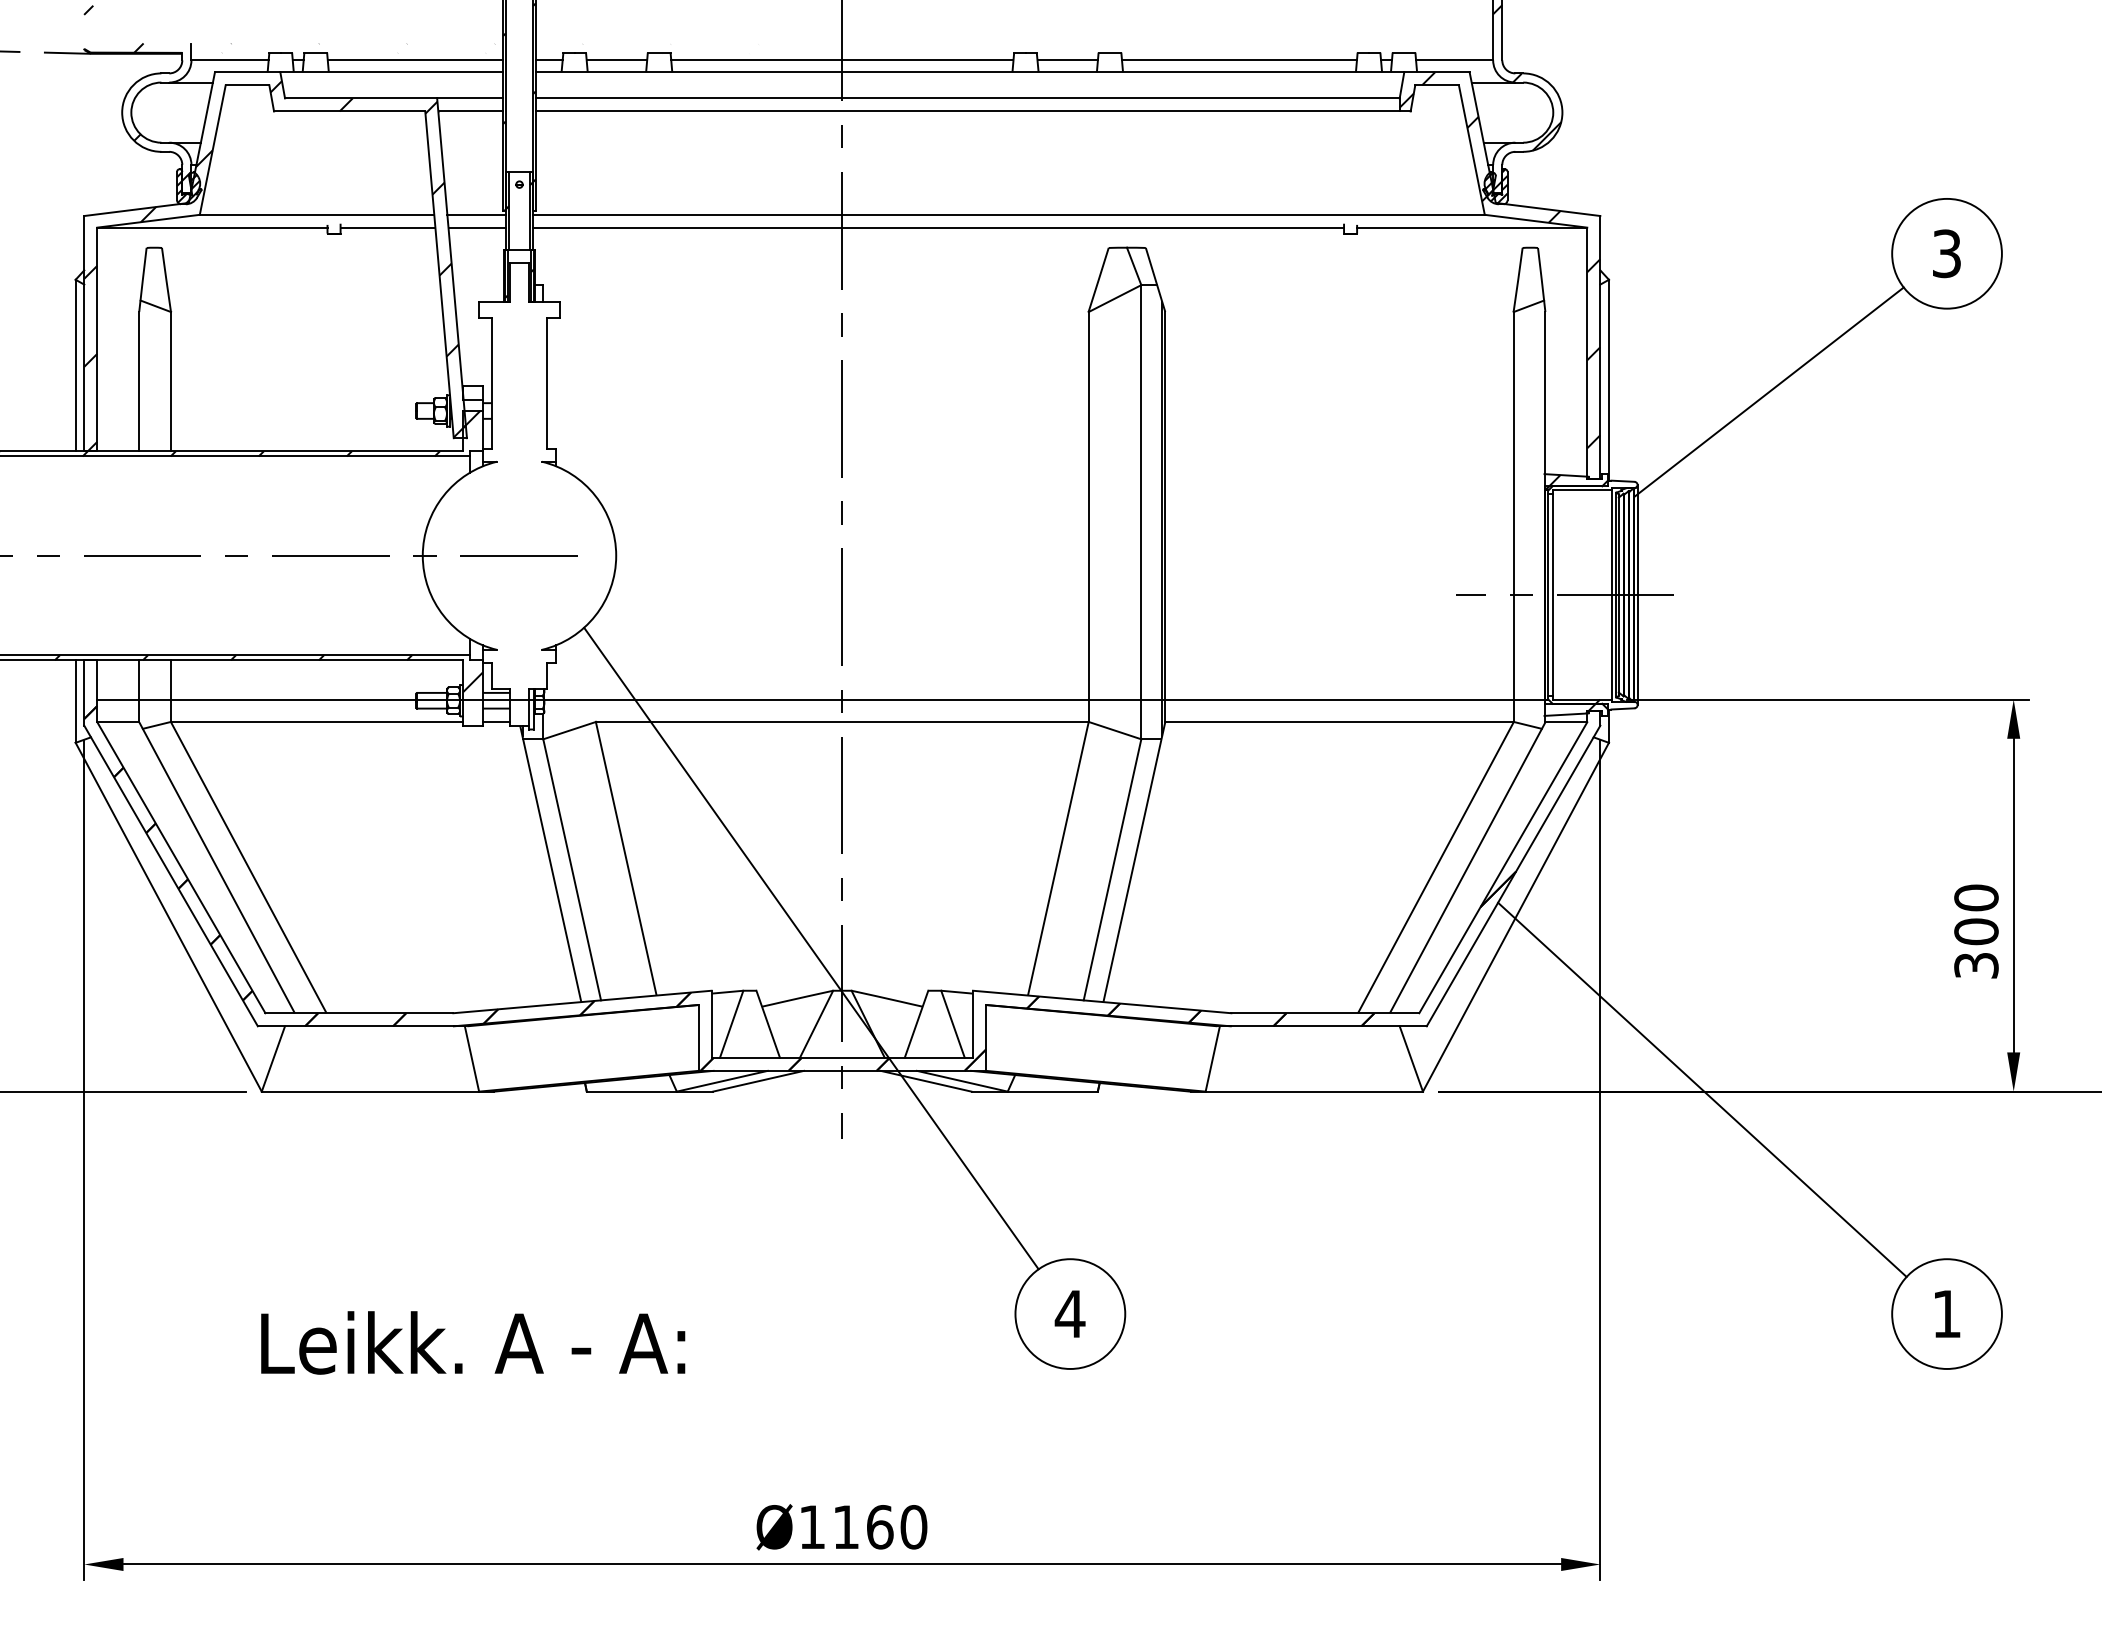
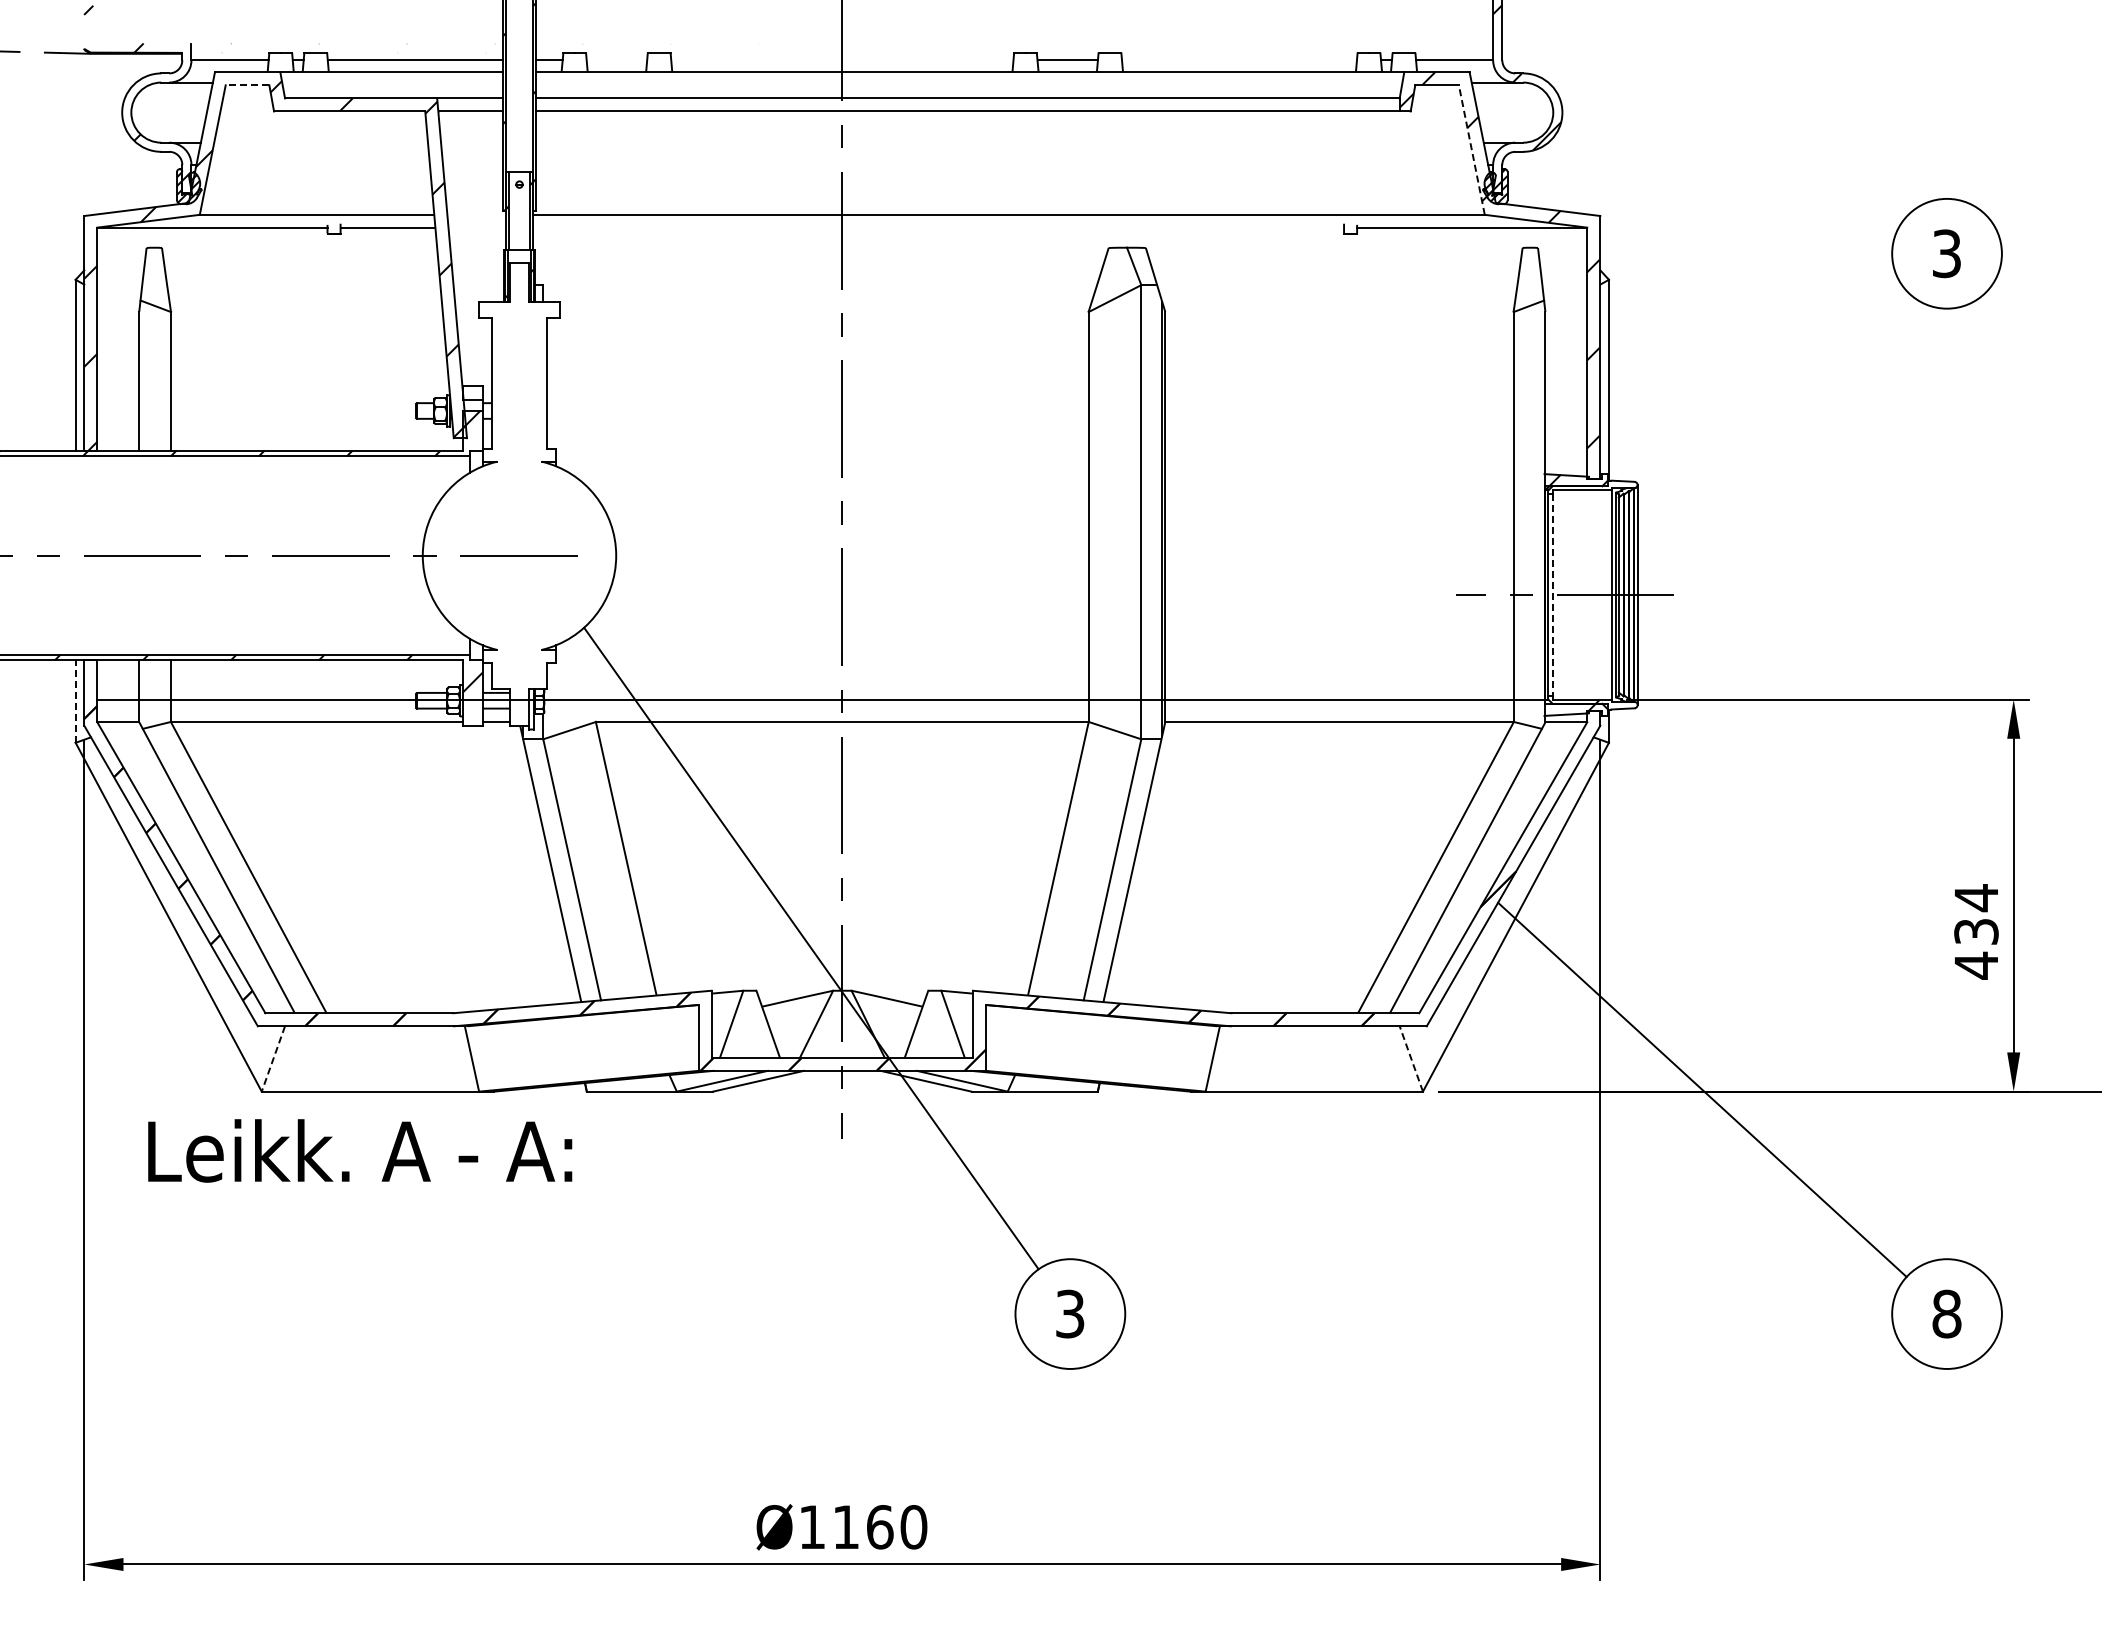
line at (616, 60): present -> none
line at (842, 60): present -> none
line at (1238, 60): present -> none
line at (247, 85): solid -> dashed
line at (1471, 149): solid -> dashed
line at (476, 214): present -> none
line at (477, 227): present -> none
line at (938, 227): present -> none
line at (1769, 391): present -> none
line at (1553, 595): solid -> dashed
line at (75, 701): solid -> dashed
text at (1976, 931): 300 -> 434
line at (273, 1058): solid -> dashed
line at (1411, 1058): solid -> dashed
line at (124, 1091): present -> none
text at (1069, 1313): 4 -> 3
text at (1946, 1313): 1 -> 8
text at (473, 1342) position: (473, 1342) -> (360, 1150)
